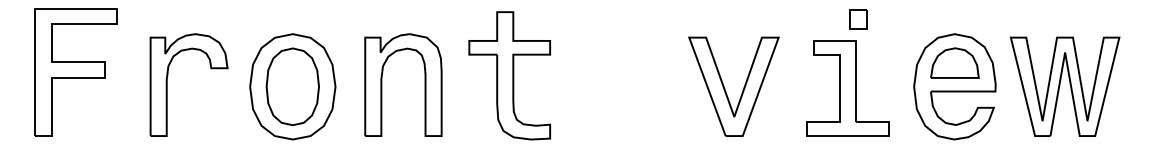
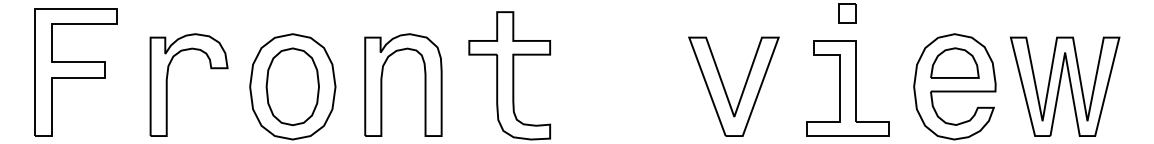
part at (858, 19) position: (858, 19) -> (847, 13)
